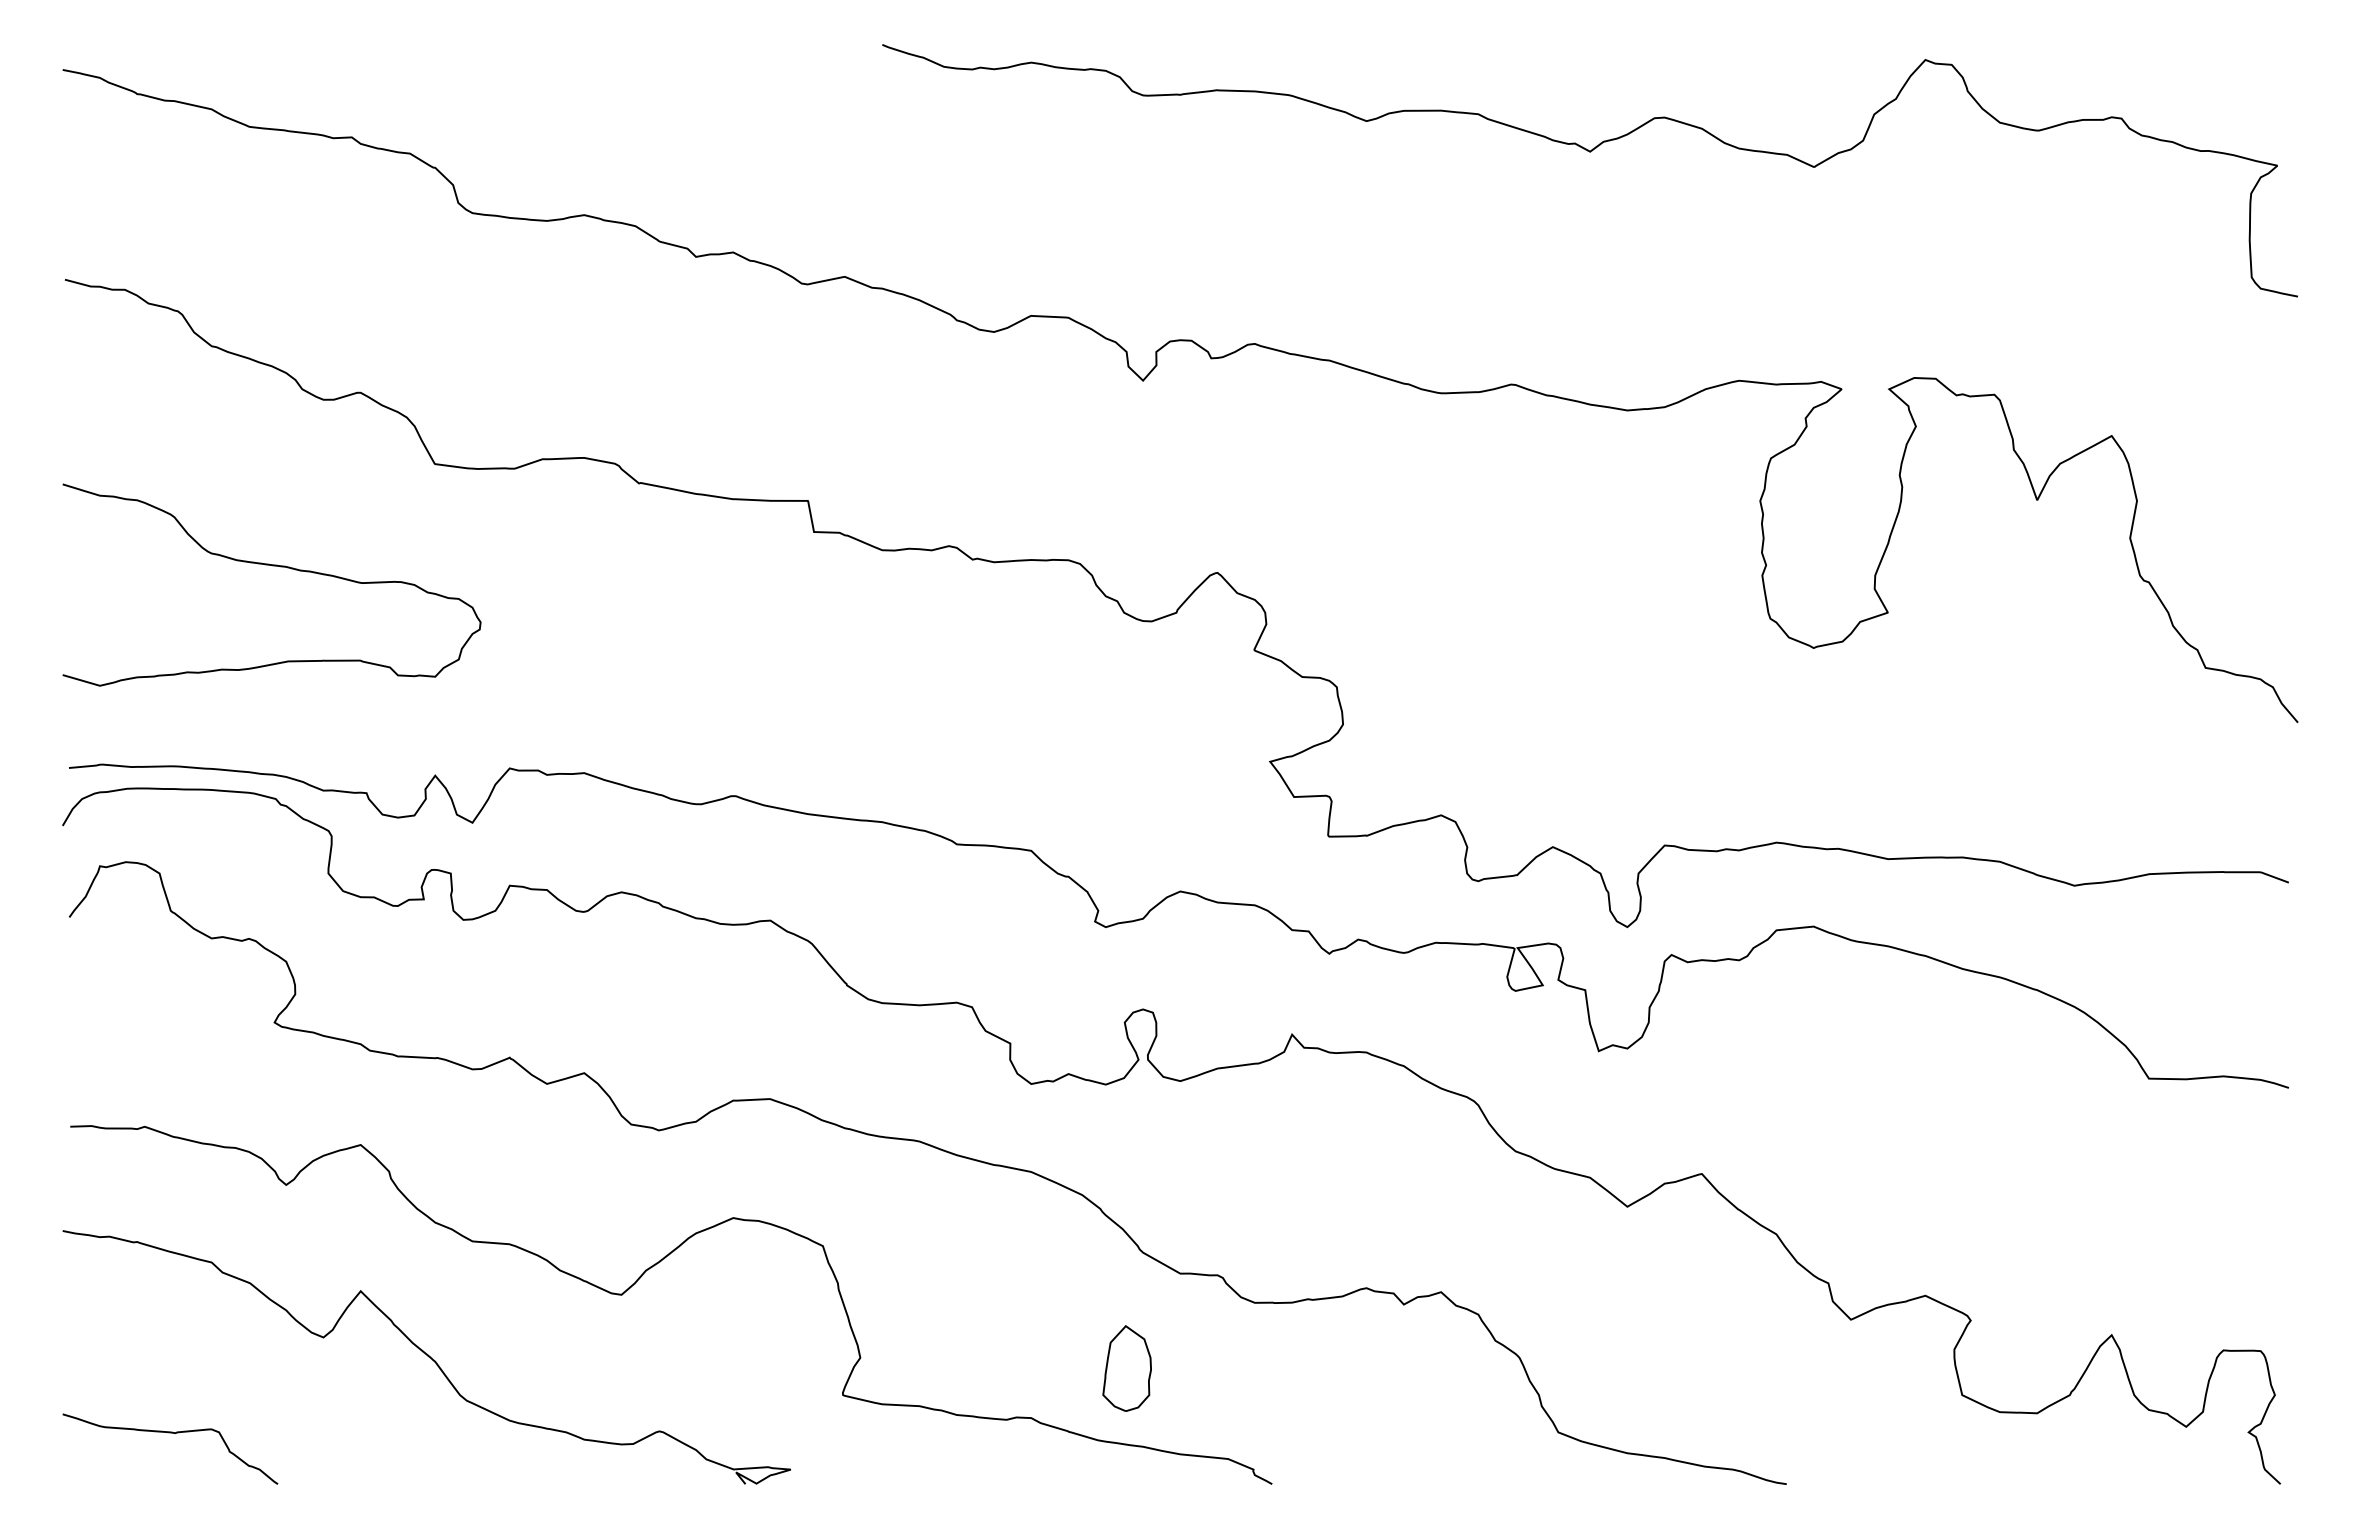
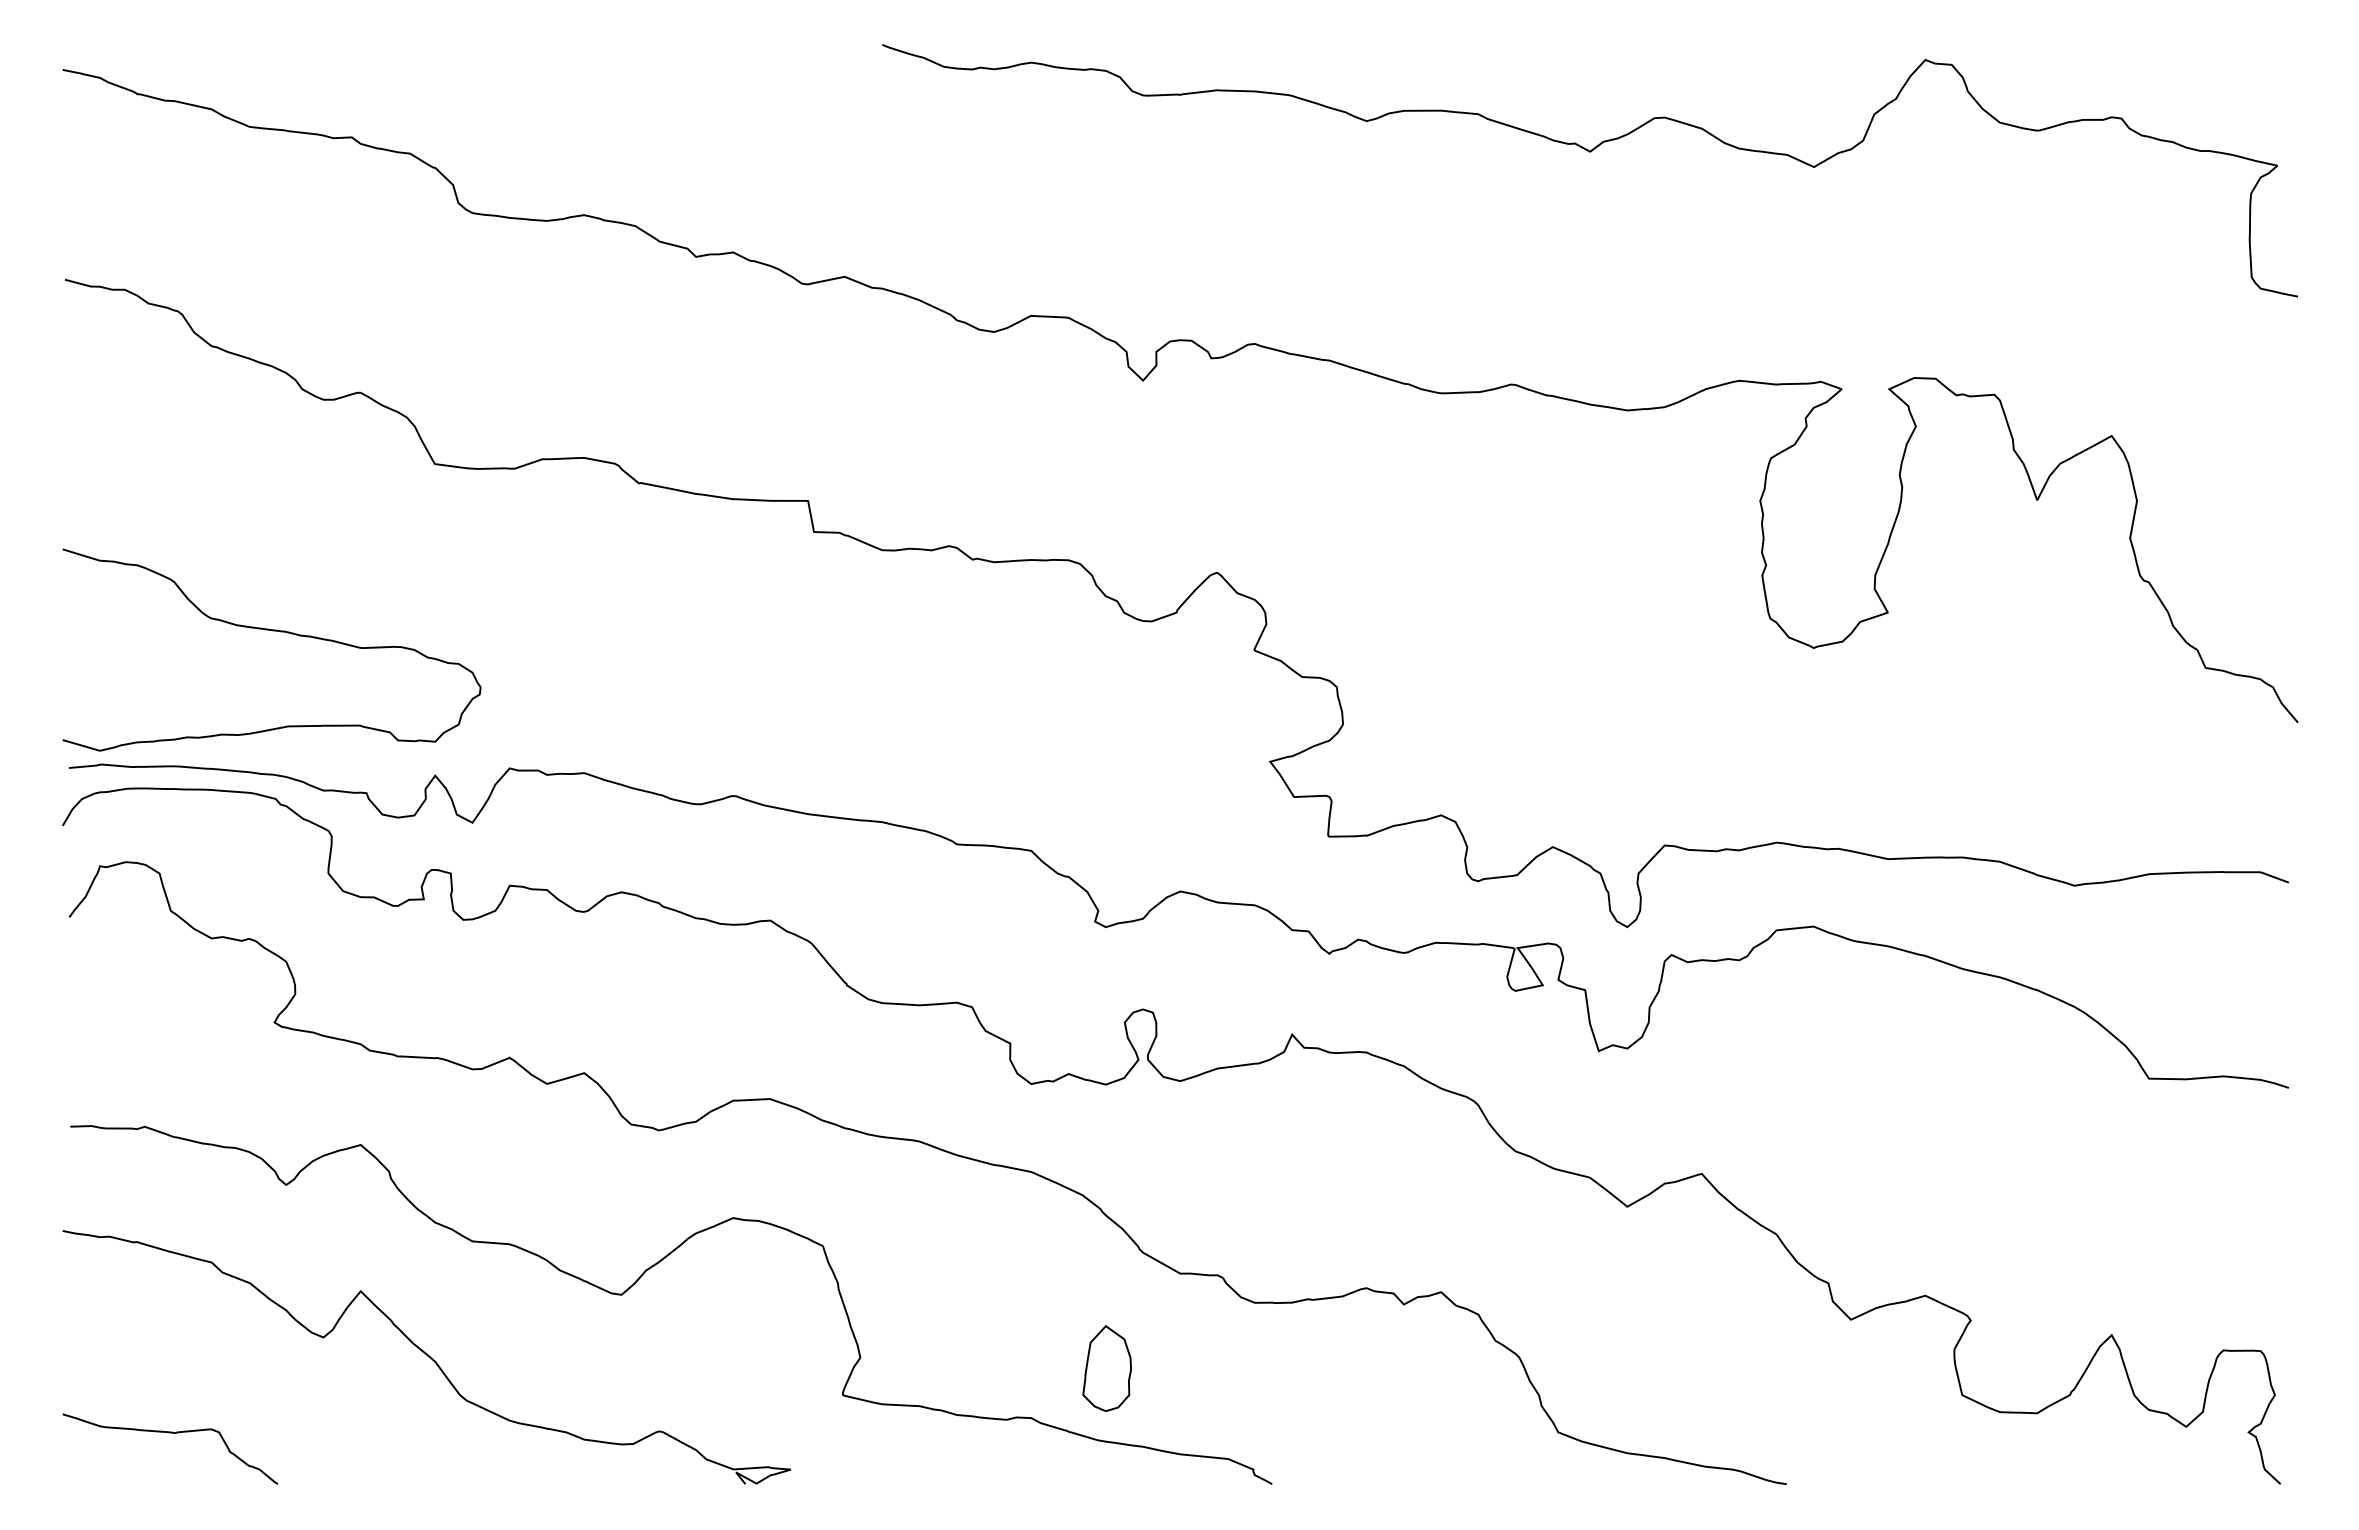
curve at (272, 566) position: (272, 566) -> (272, 631)
part at (1126, 1368) position: (1126, 1368) -> (1106, 1368)
